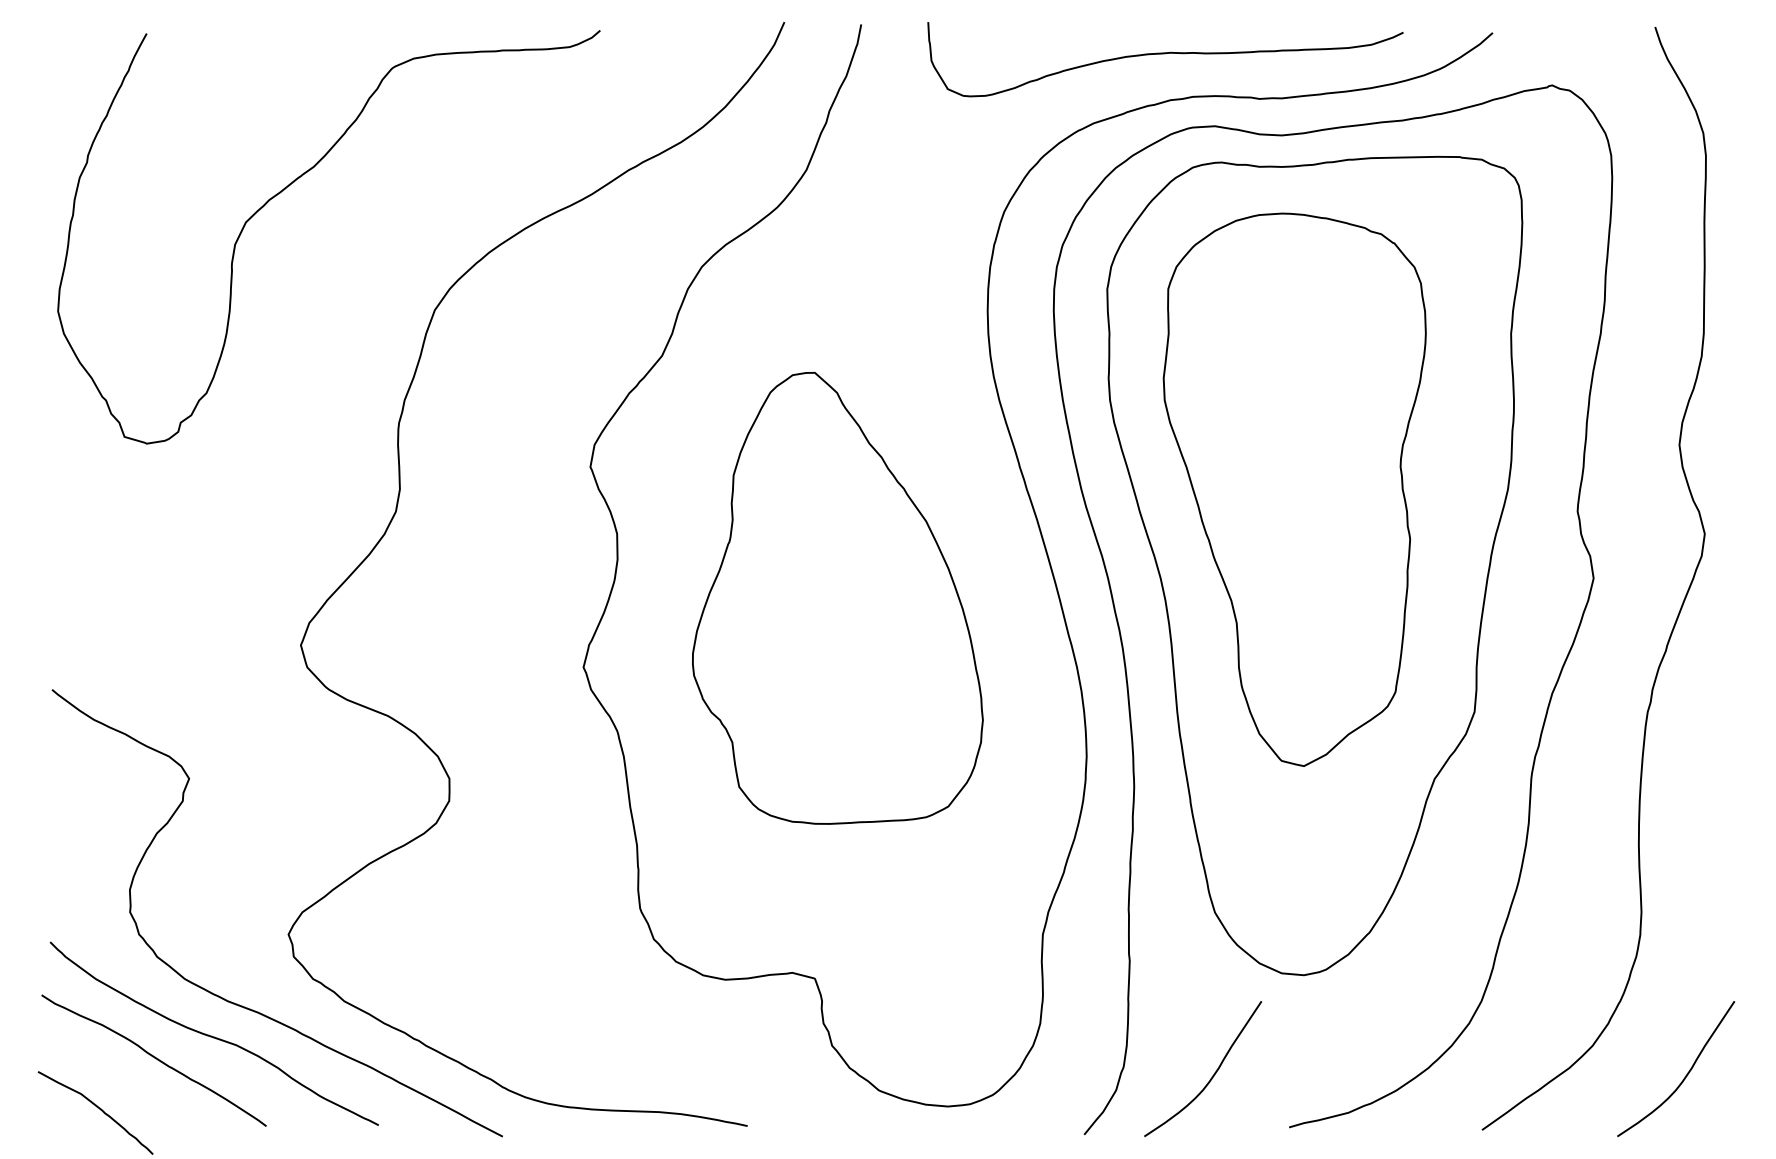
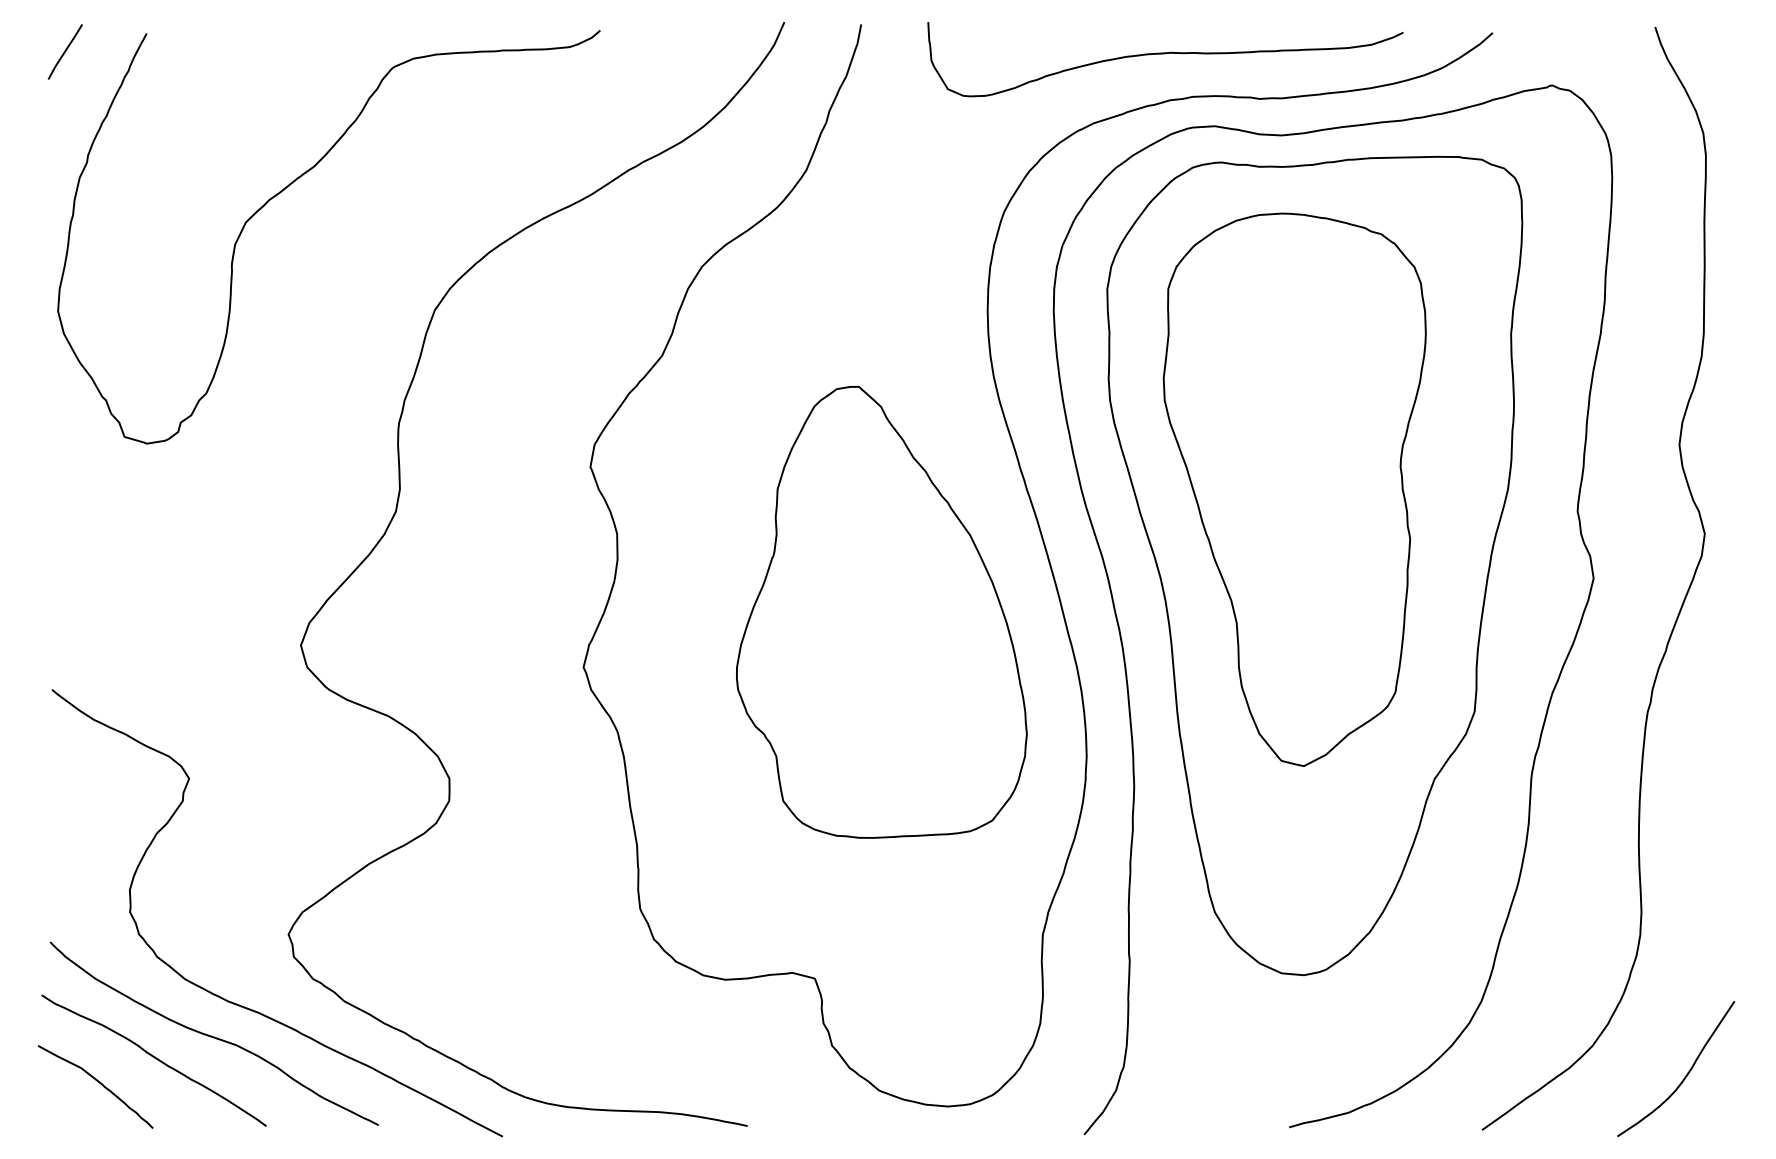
line at (64, 51): none -> present
part at (837, 598) position: (837, 598) -> (881, 612)
curve at (1212, 1075): present -> none
curve at (98, 1108) position: (98, 1108) -> (98, 1082)
